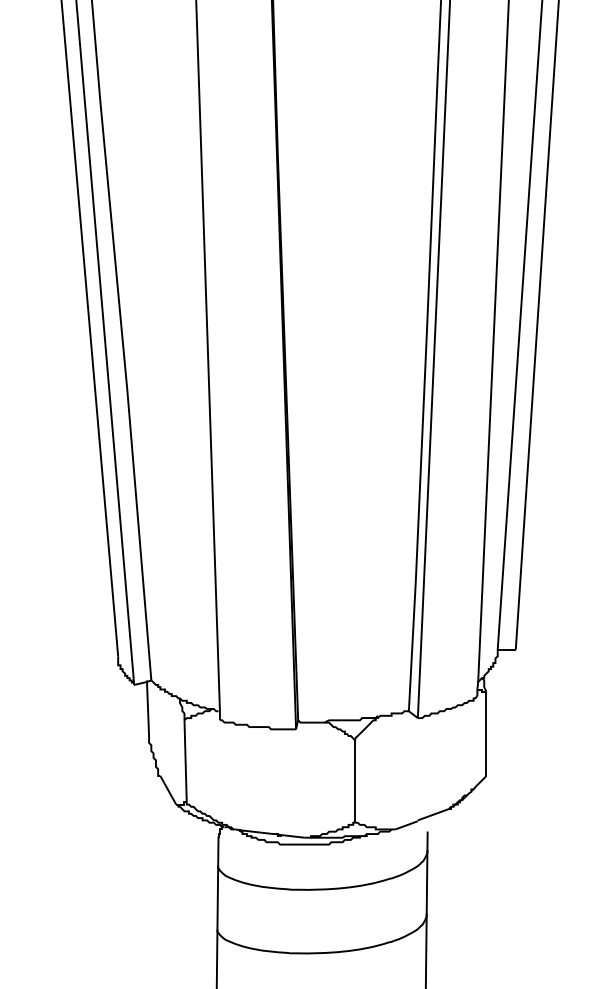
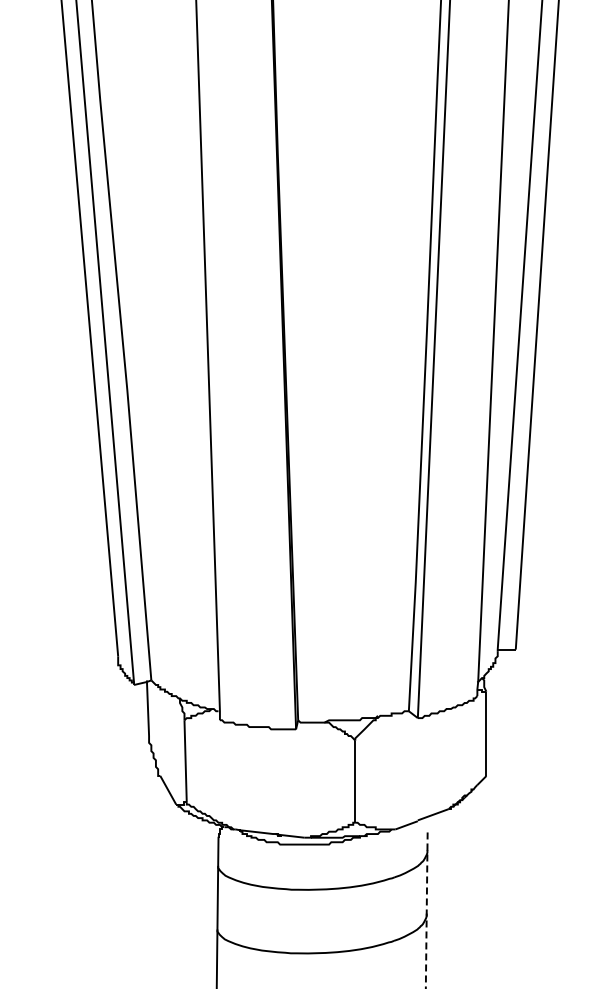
line at (426, 910): solid -> dashed
